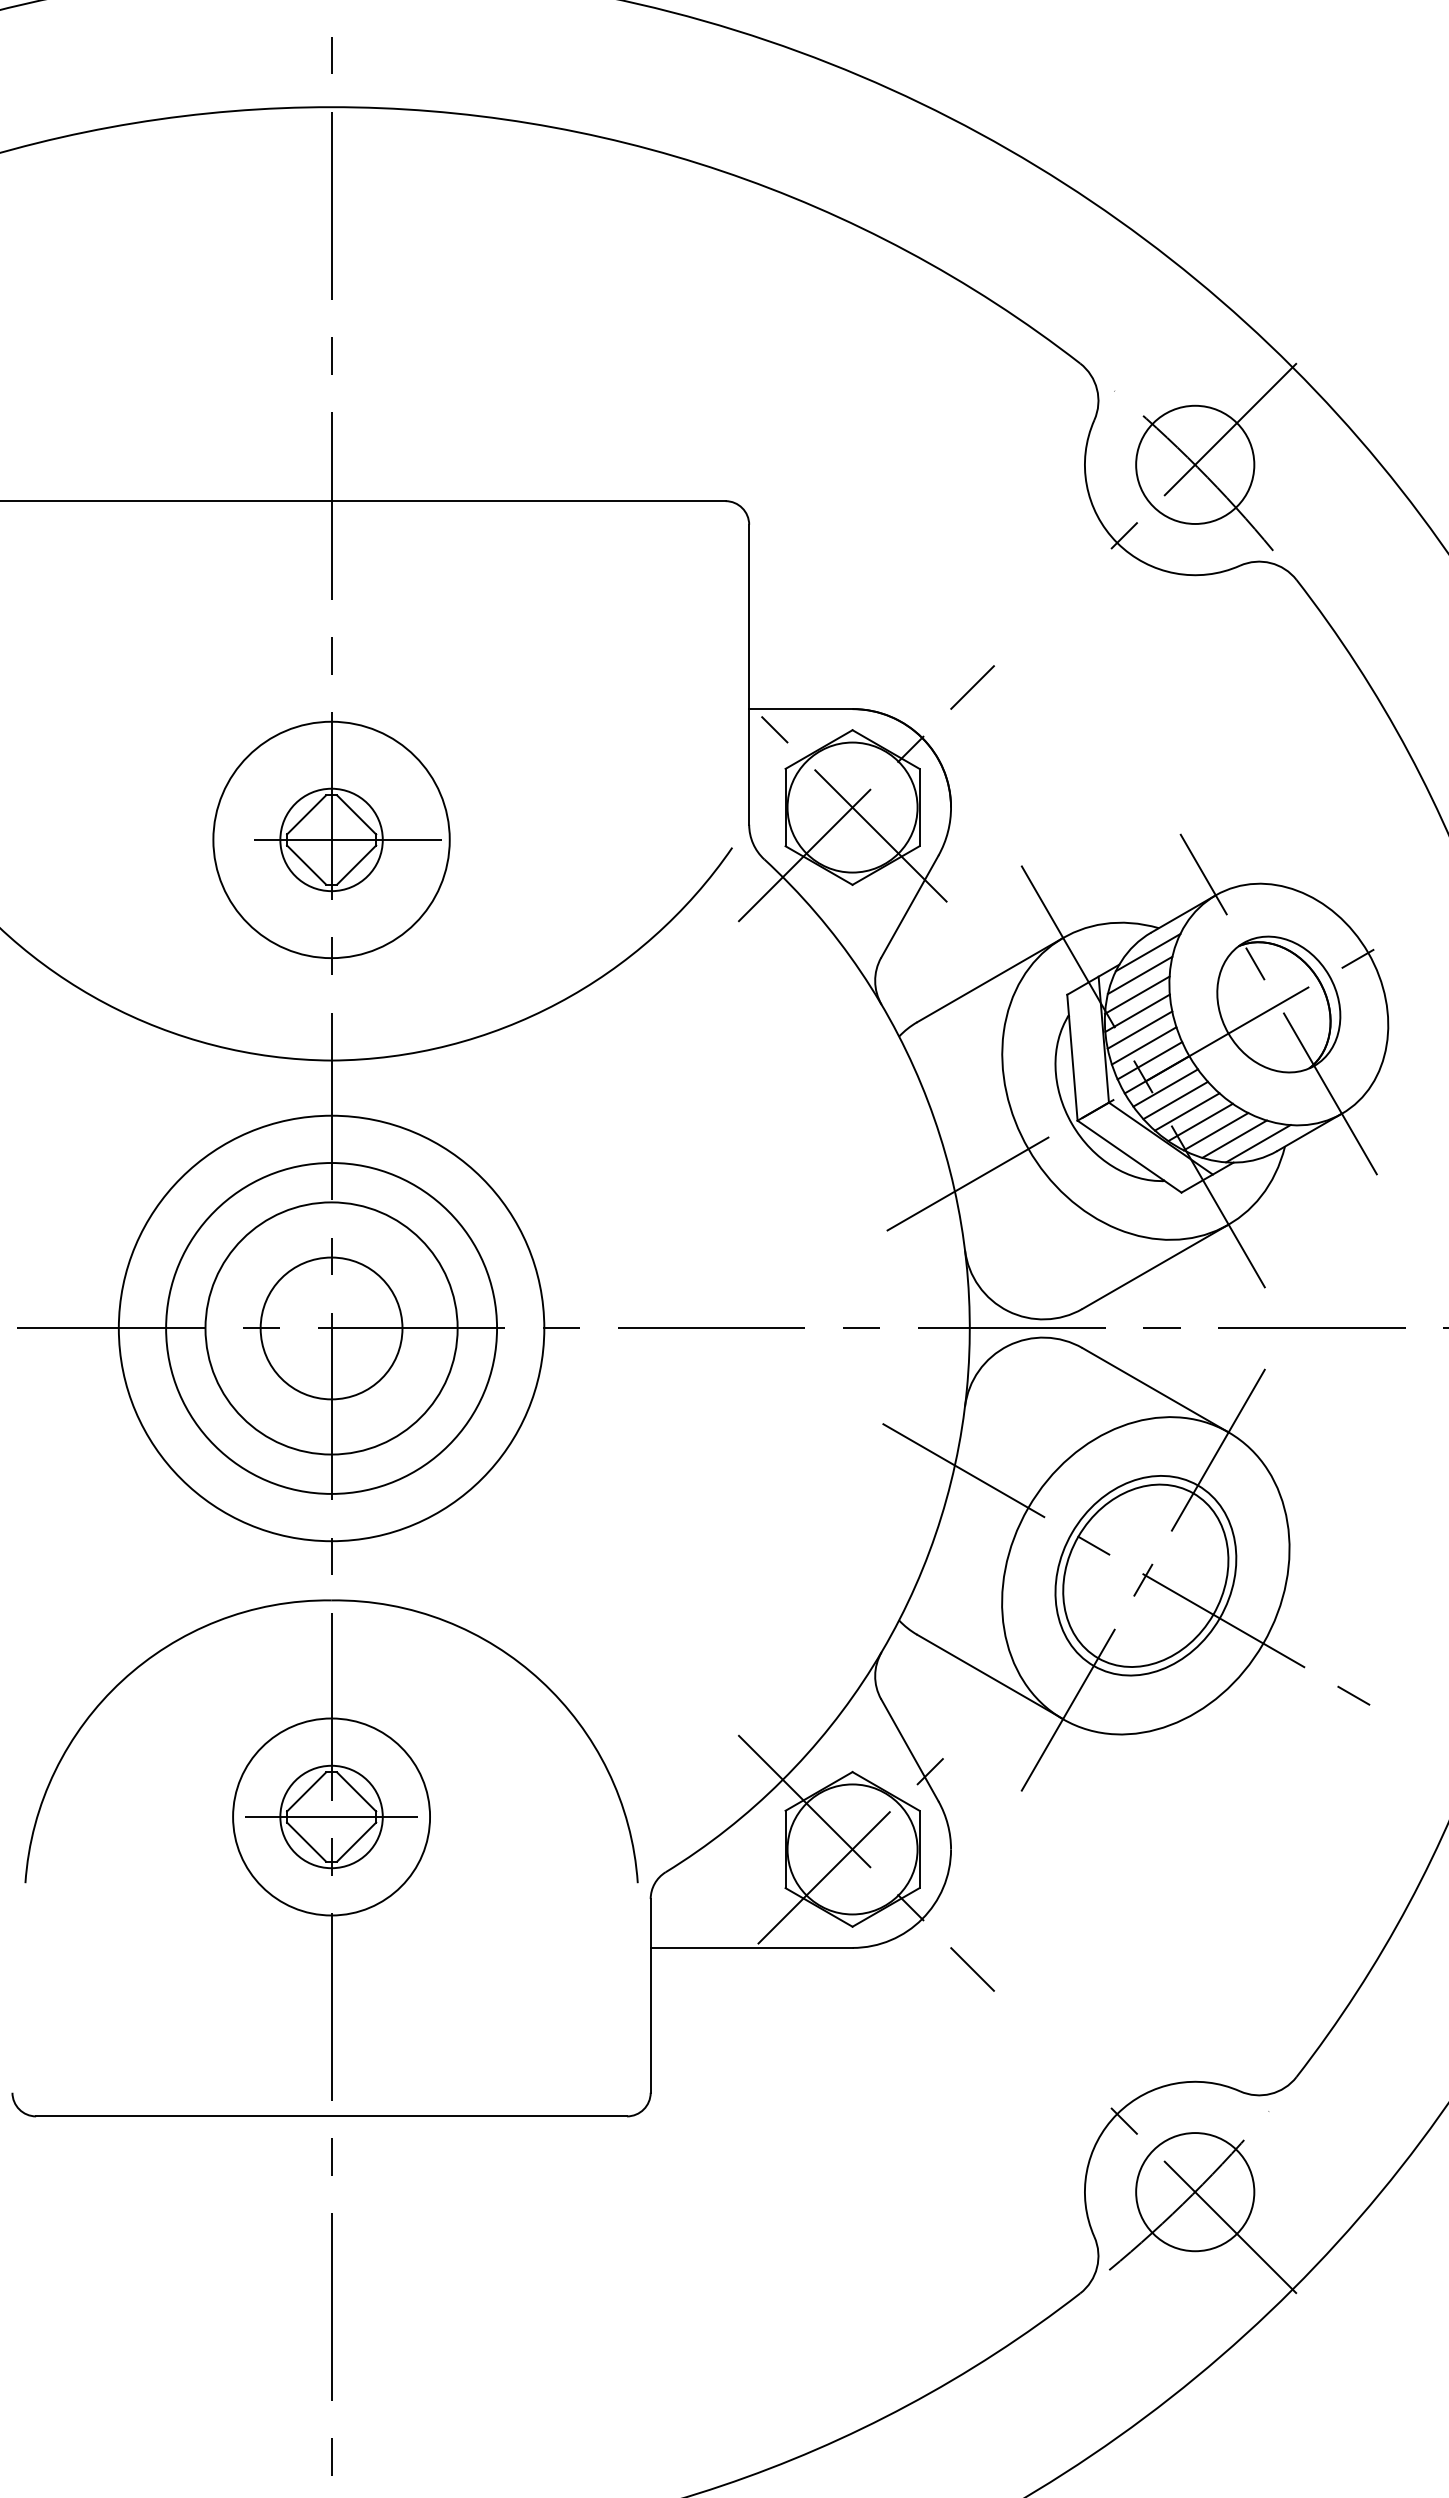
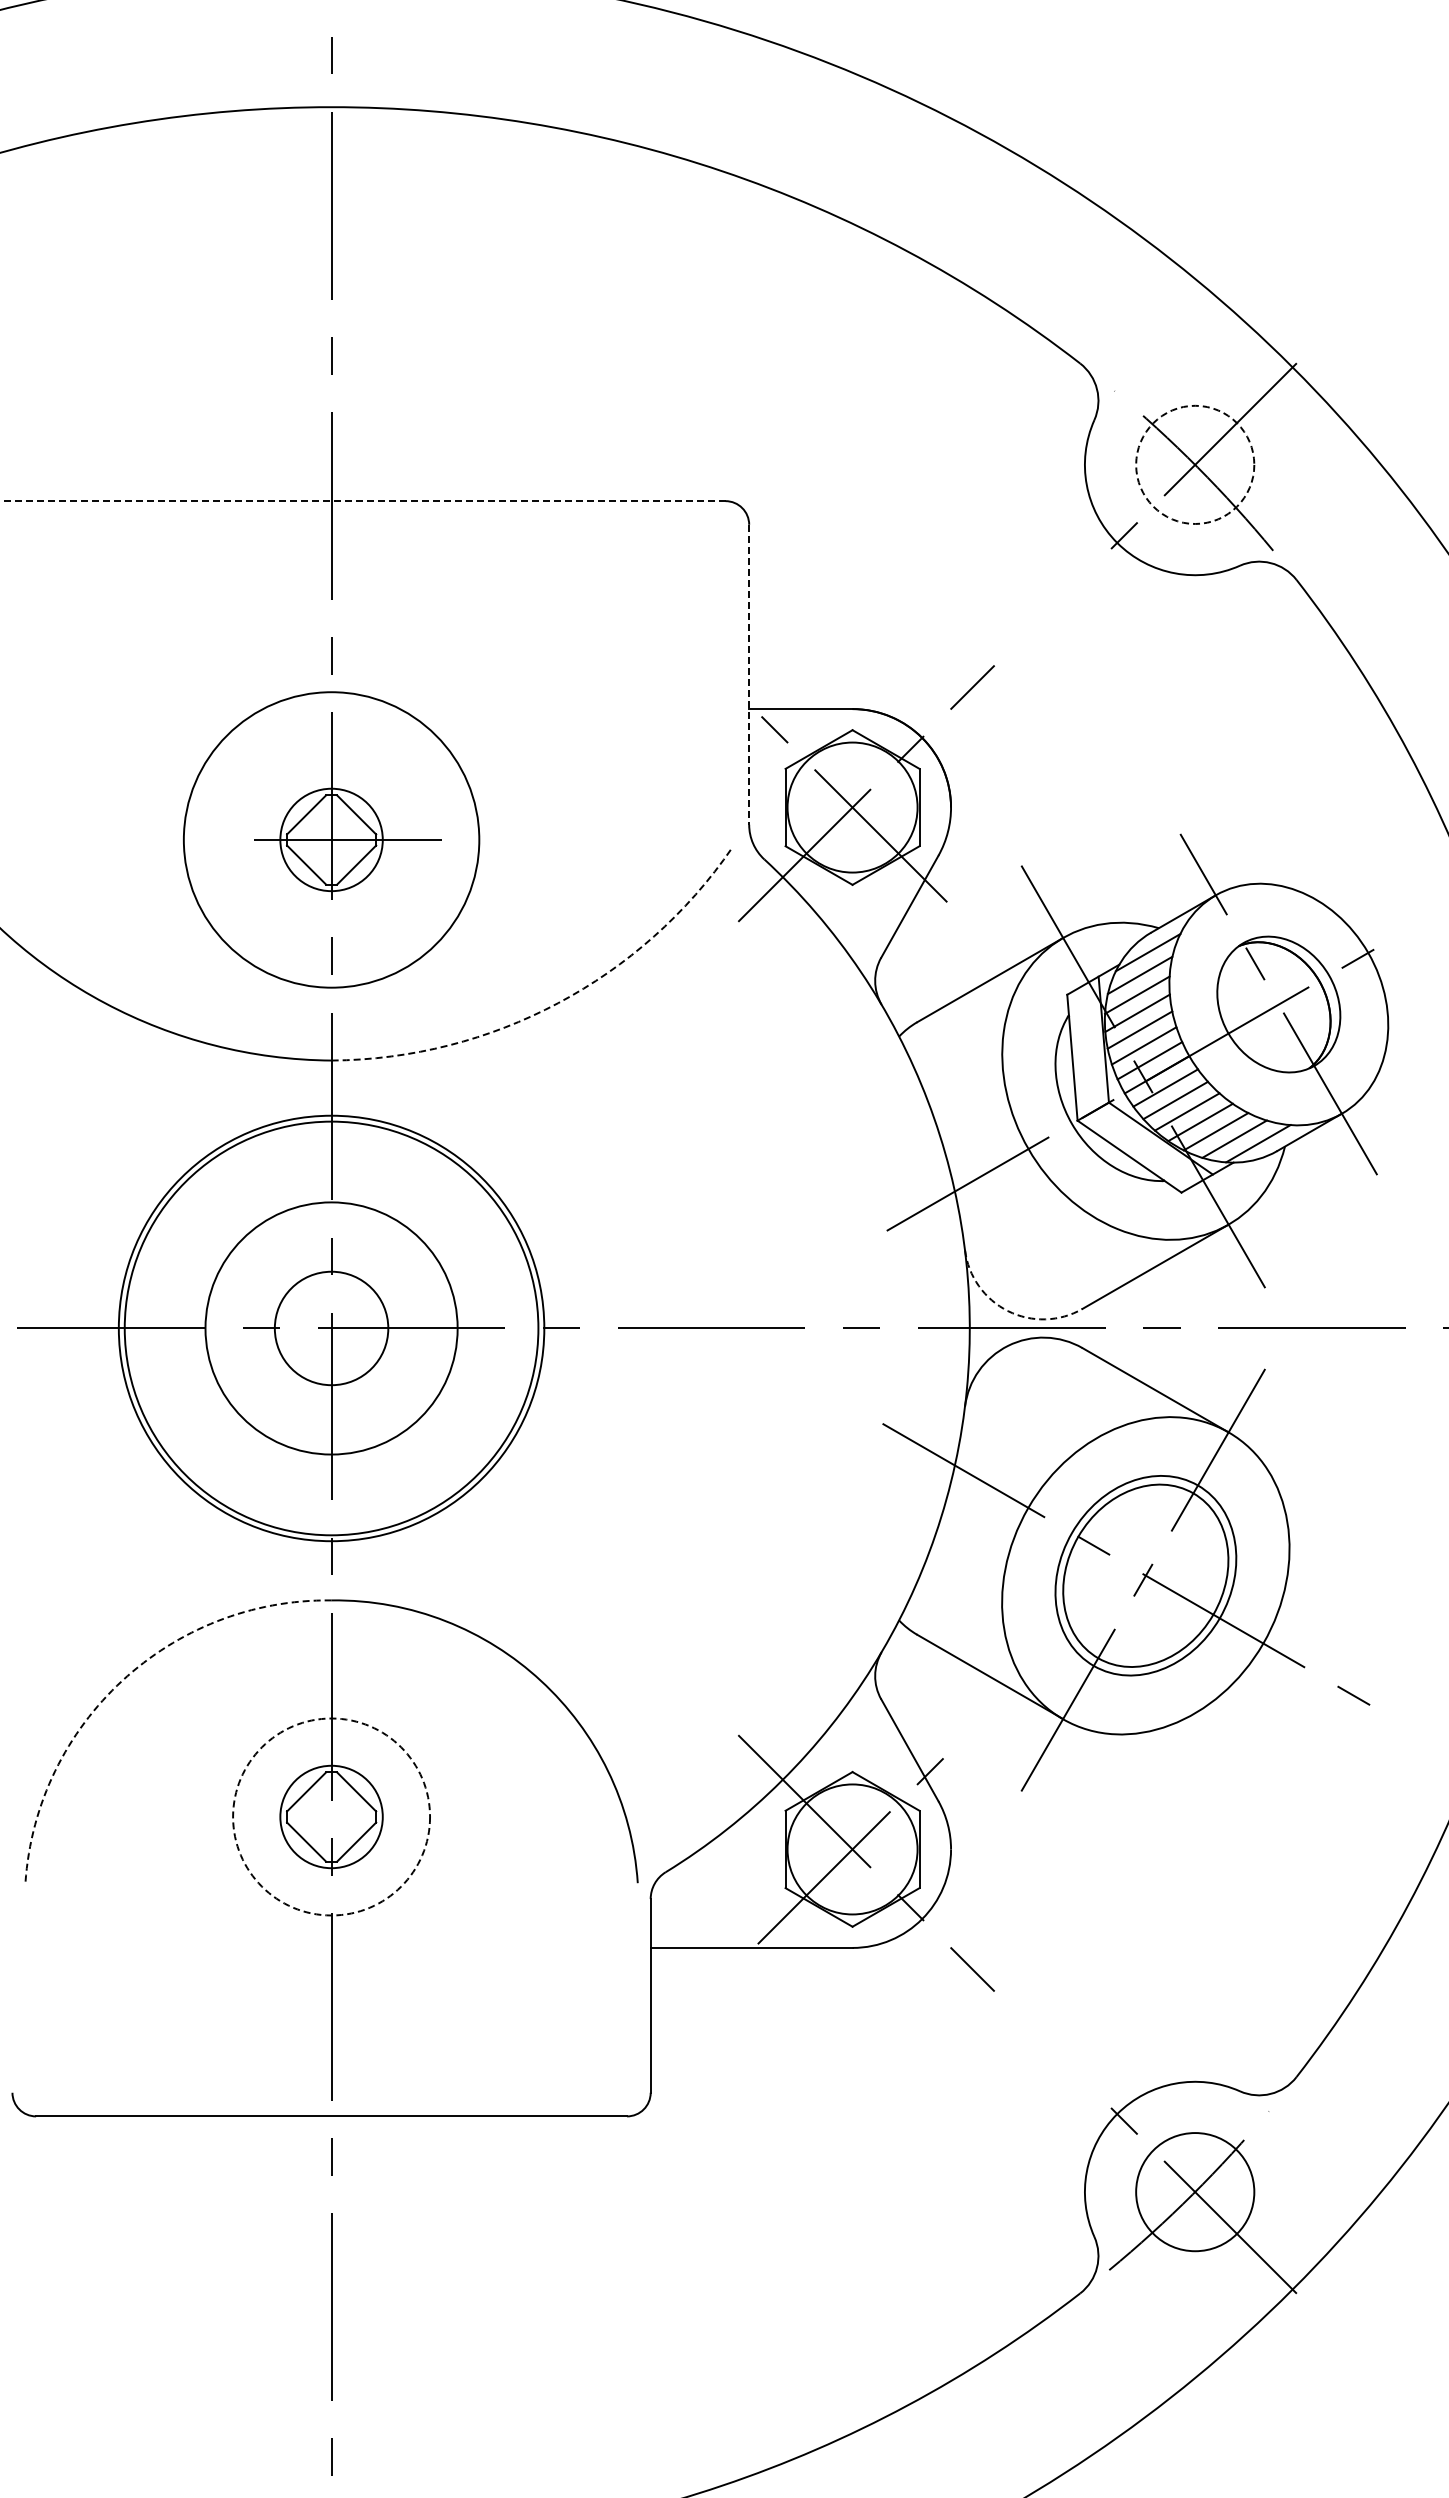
circle at (1195, 464): solid -> dashed
line at (363, 501): solid -> dashed
line at (749, 674): solid -> dashed
circle at (331, 839) diameter: 236 px -> 295 px
arc at (558, 1003): solid -> dashed
arc at (1008, 1311): solid -> dashed
circle at (331, 1328) diameter: 142 px -> 113 px
circle at (331, 1328) diameter: 331 px -> 414 px
arc at (122, 1680): solid -> dashed
circle at (331, 1816): solid -> dashed
line at (331, 1816): present -> none
